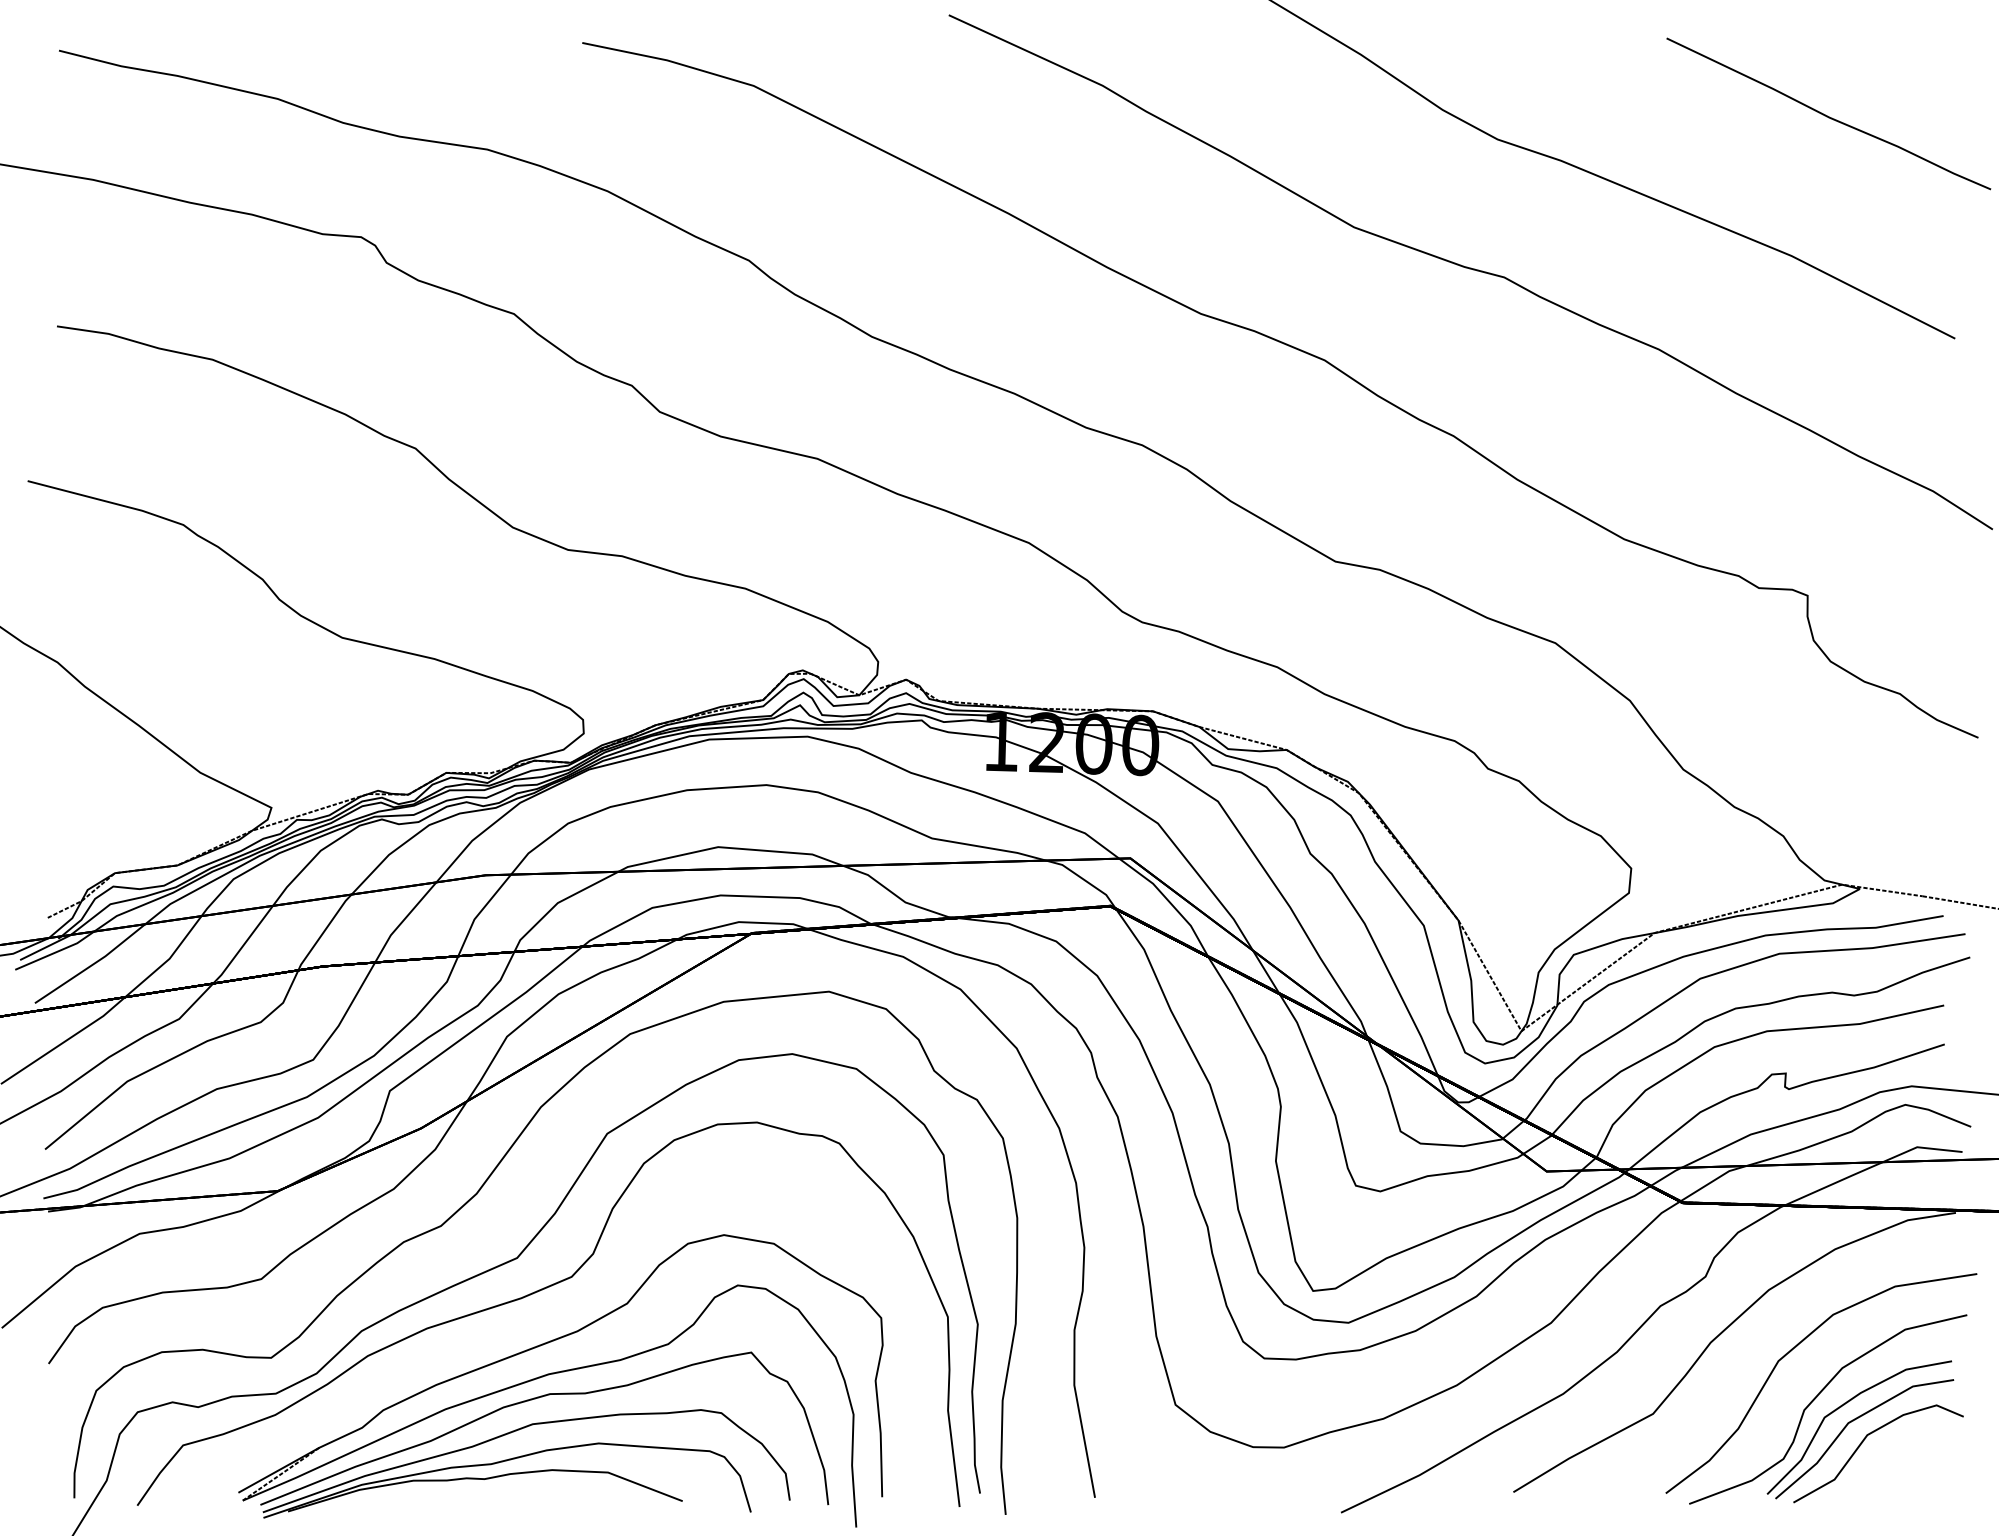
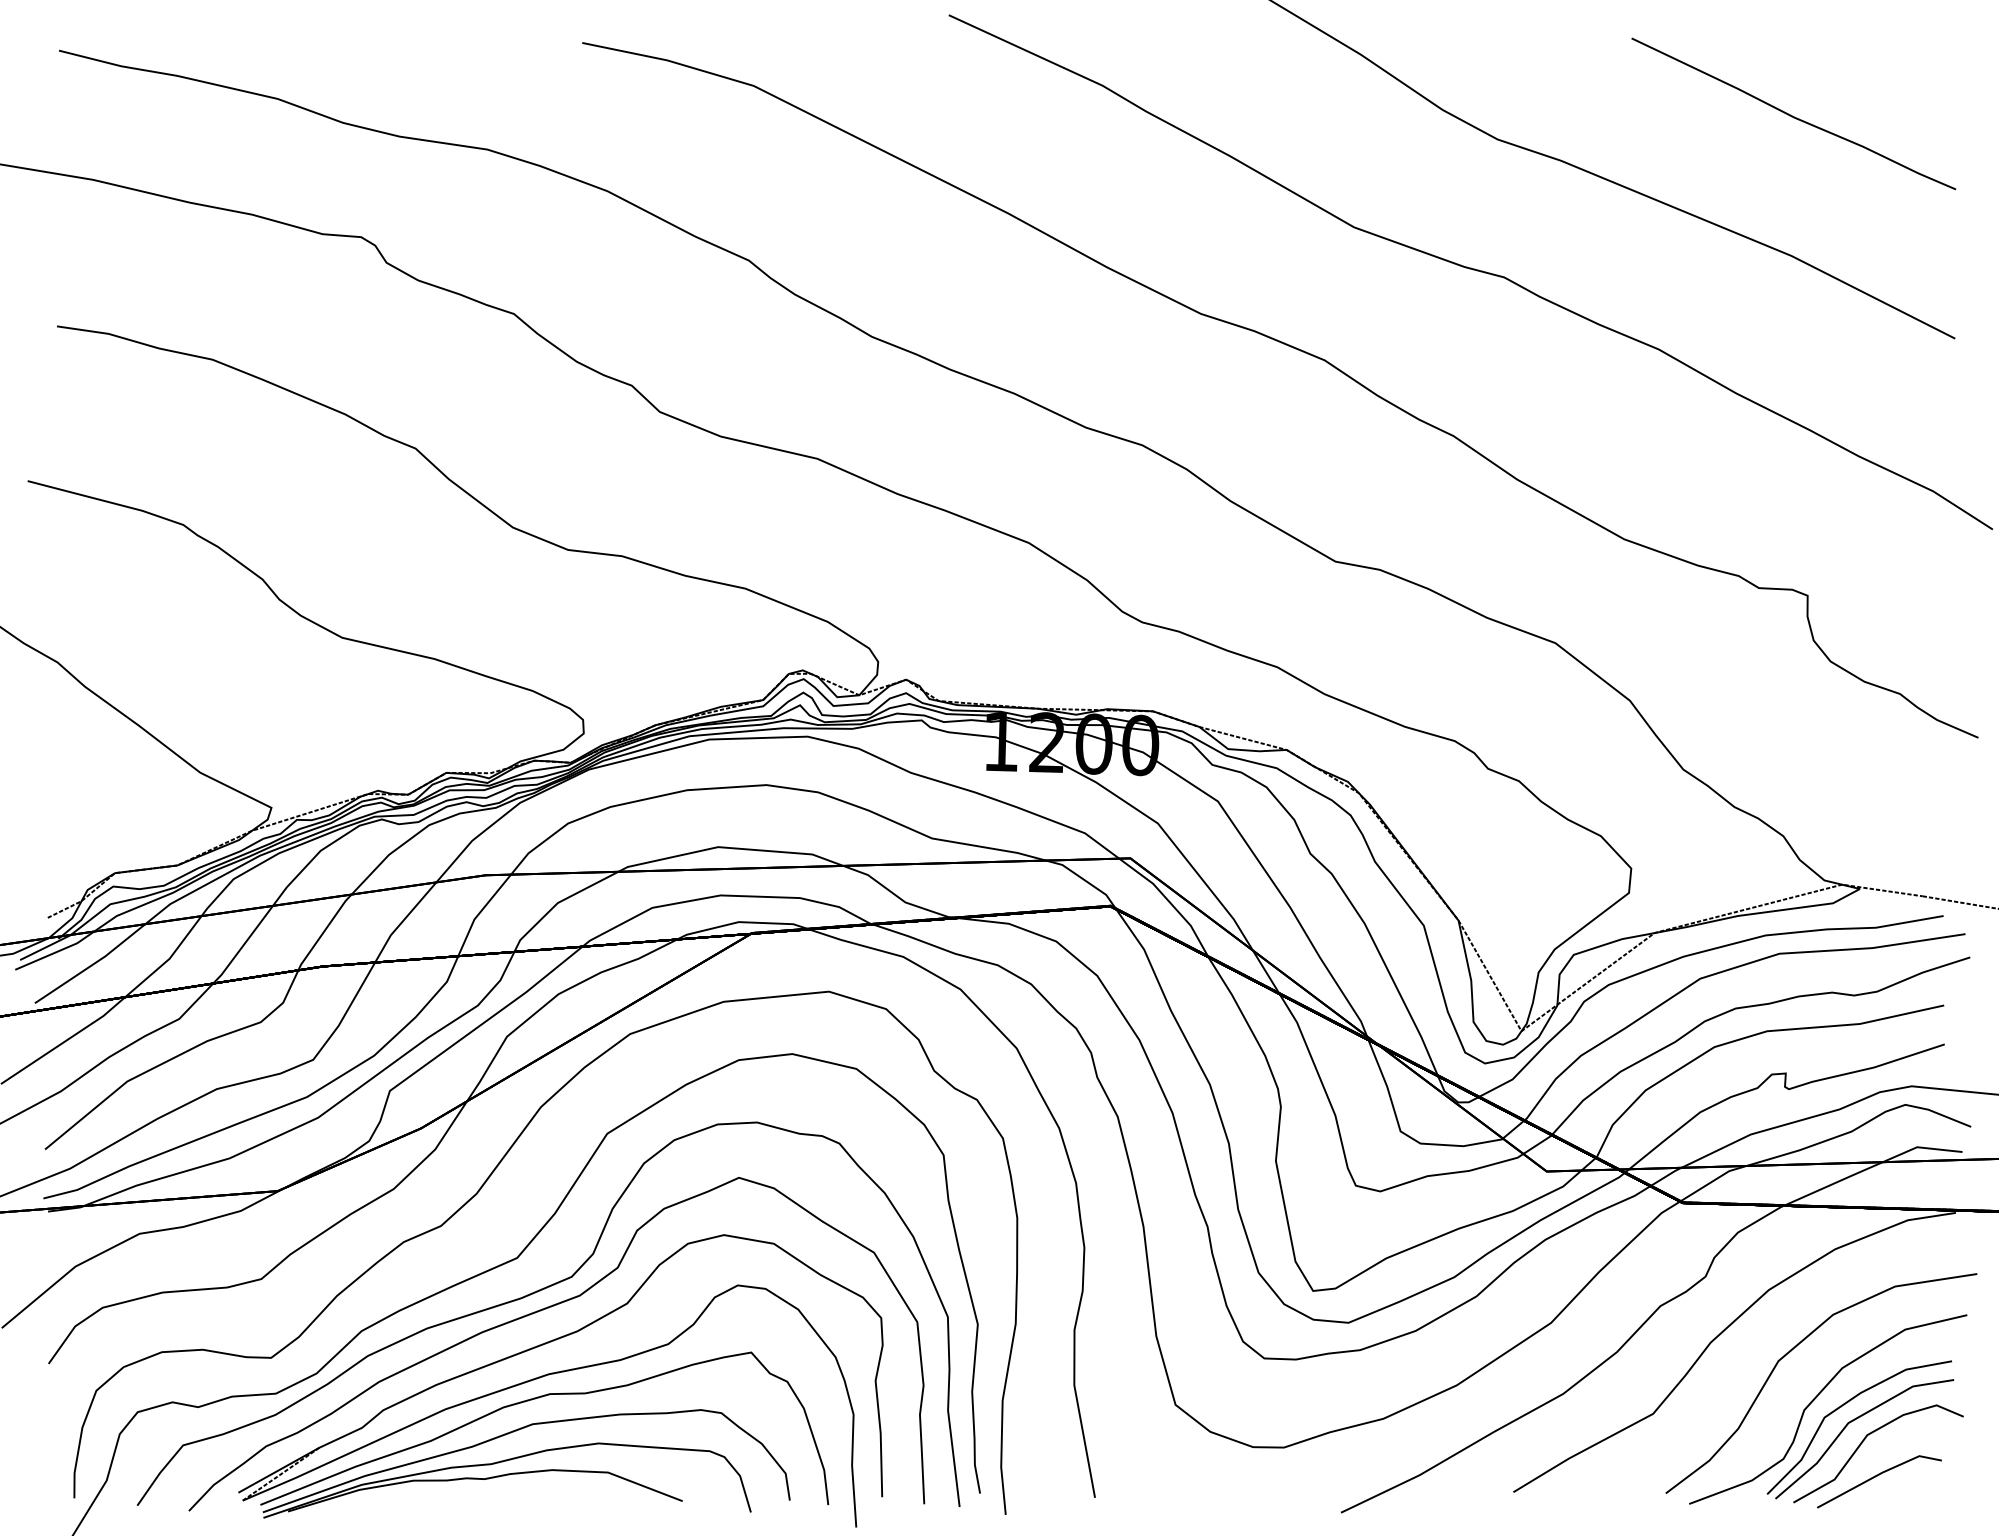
curve at (1827, 115) position: (1827, 115) -> (1792, 115)
curve at (546, 1309): none -> present
line at (1877, 1476): none -> present
